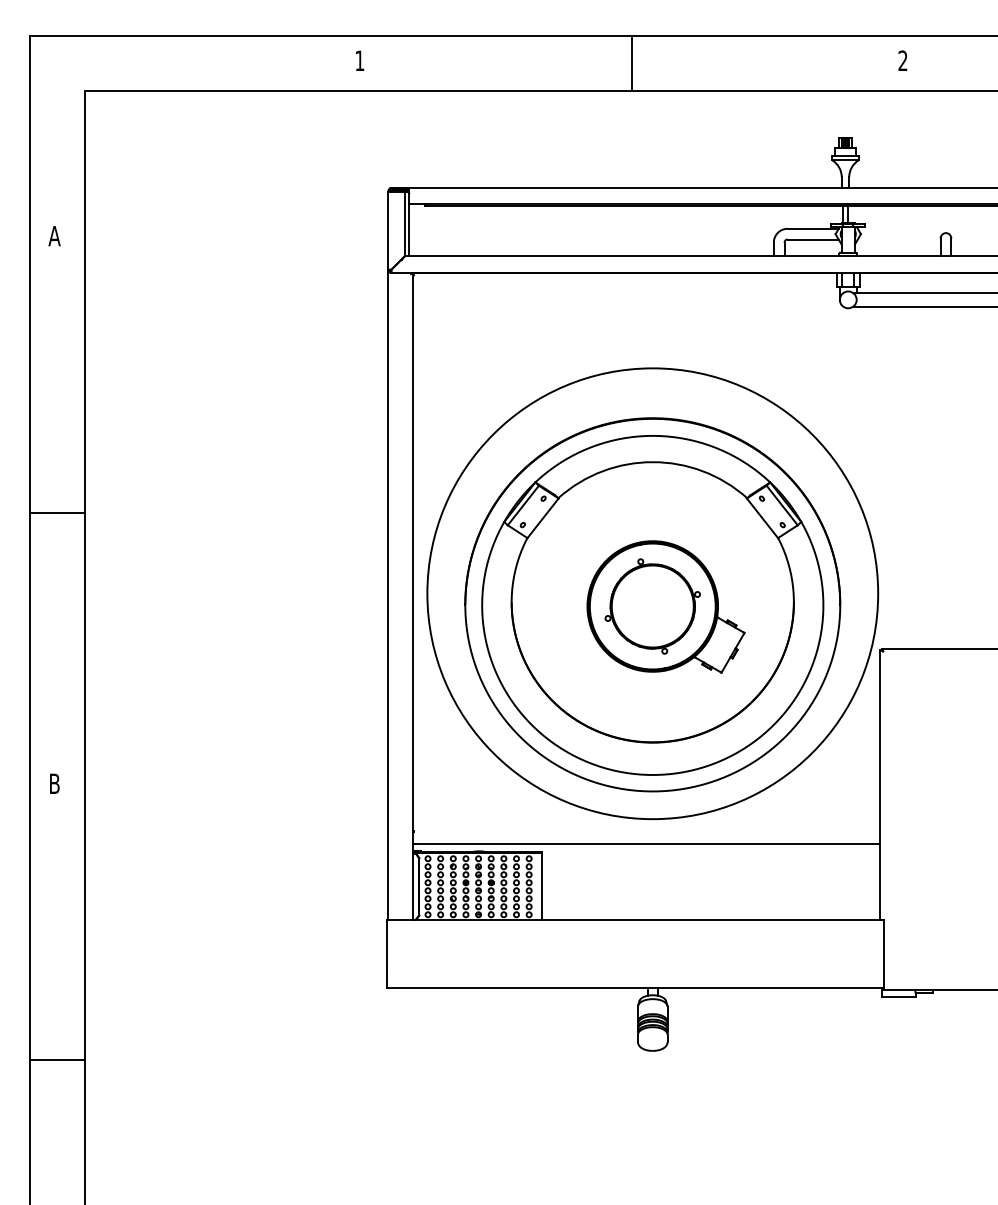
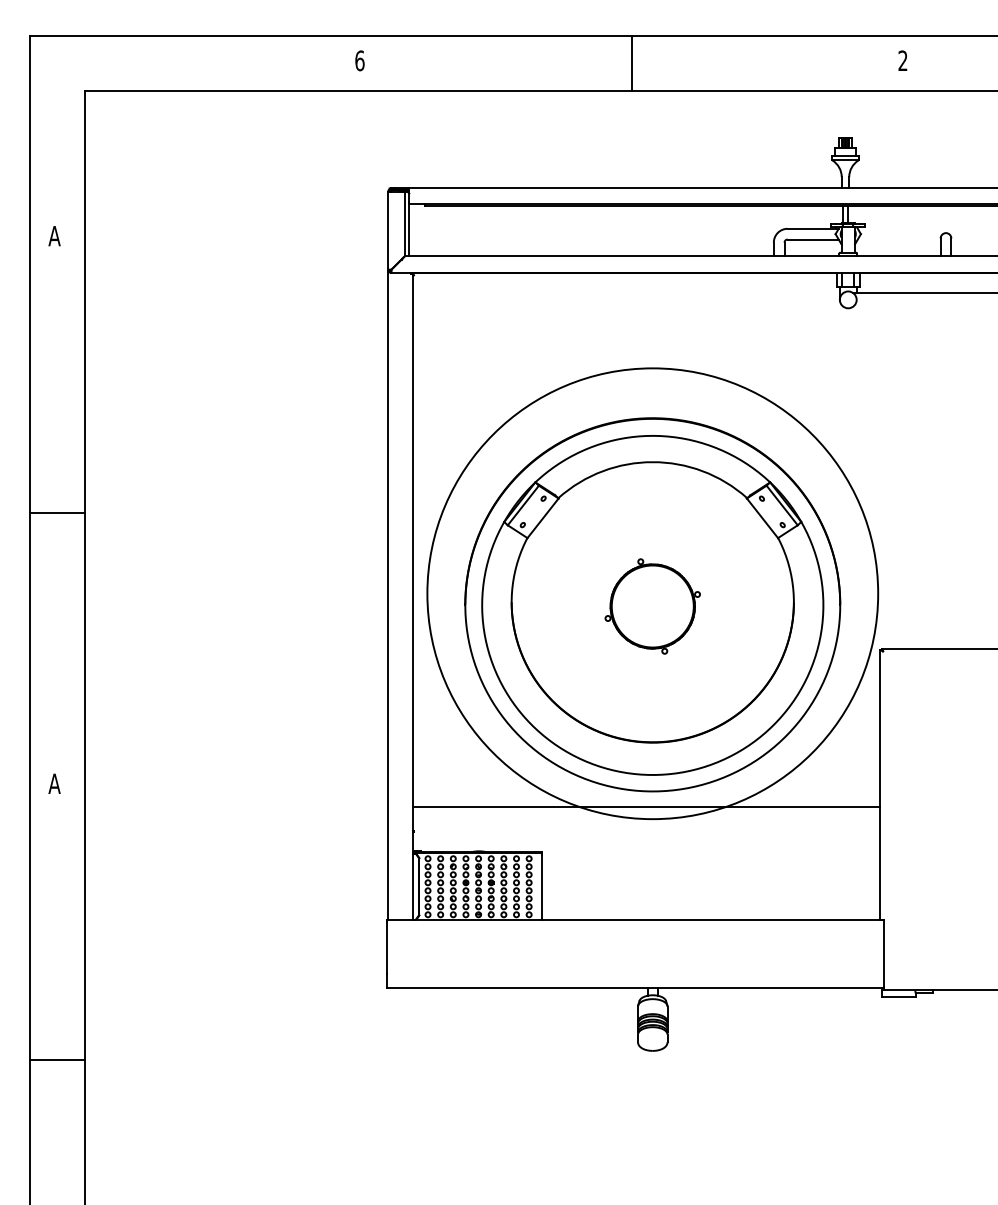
text at (359, 60): 1 -> 6
line at (923, 306): present -> none
part at (665, 606): present -> none
text at (54, 783): B -> A
line at (646, 843) position: (646, 843) -> (646, 806)
